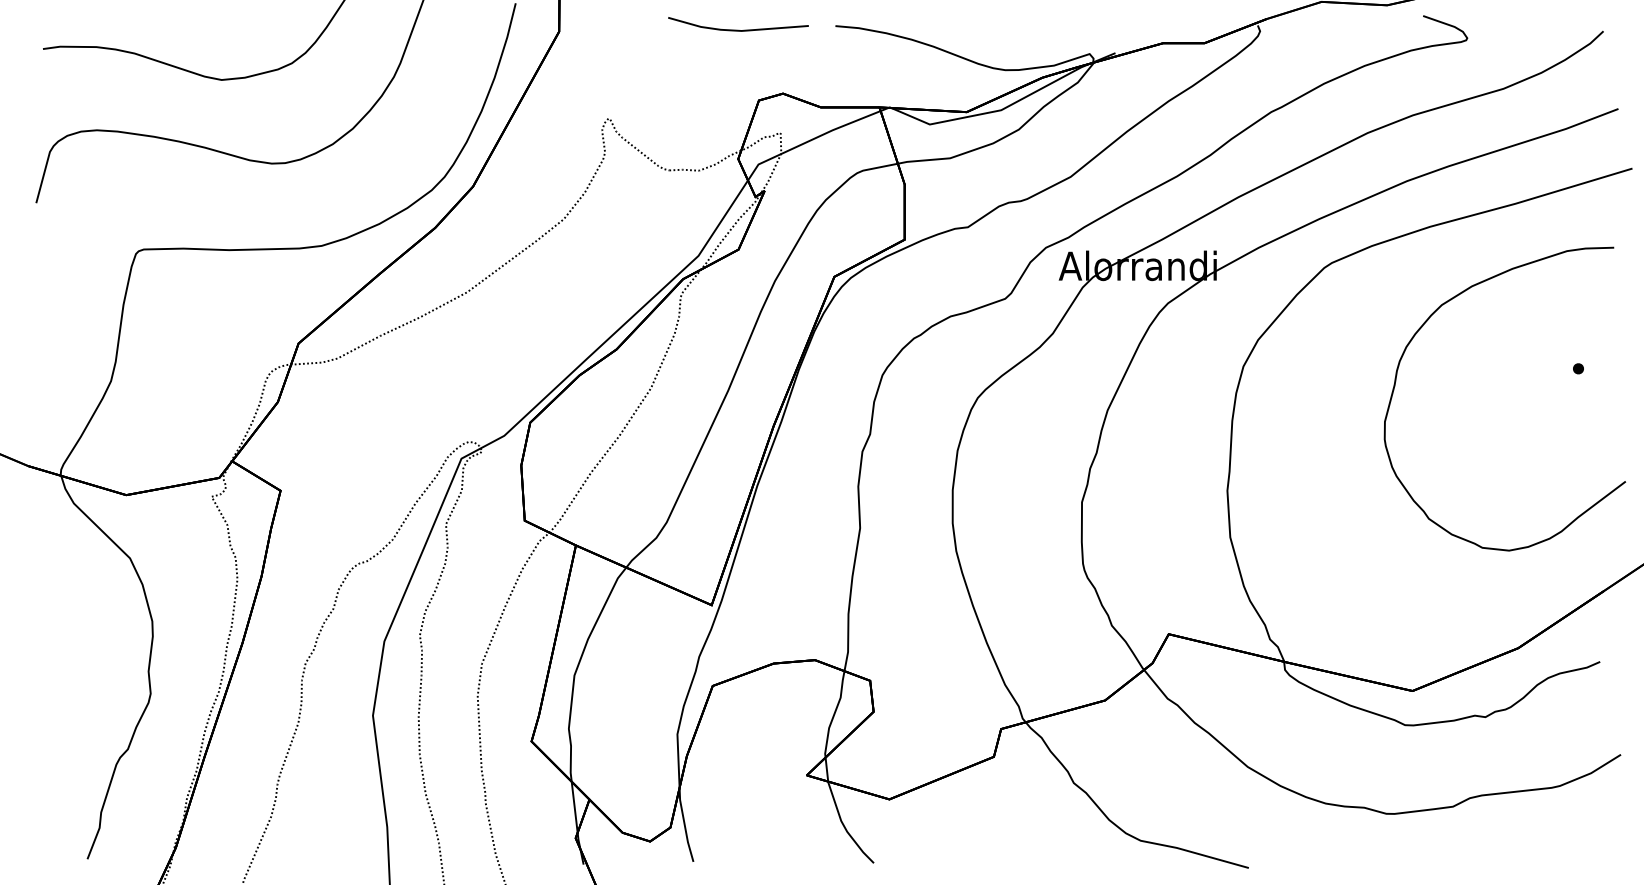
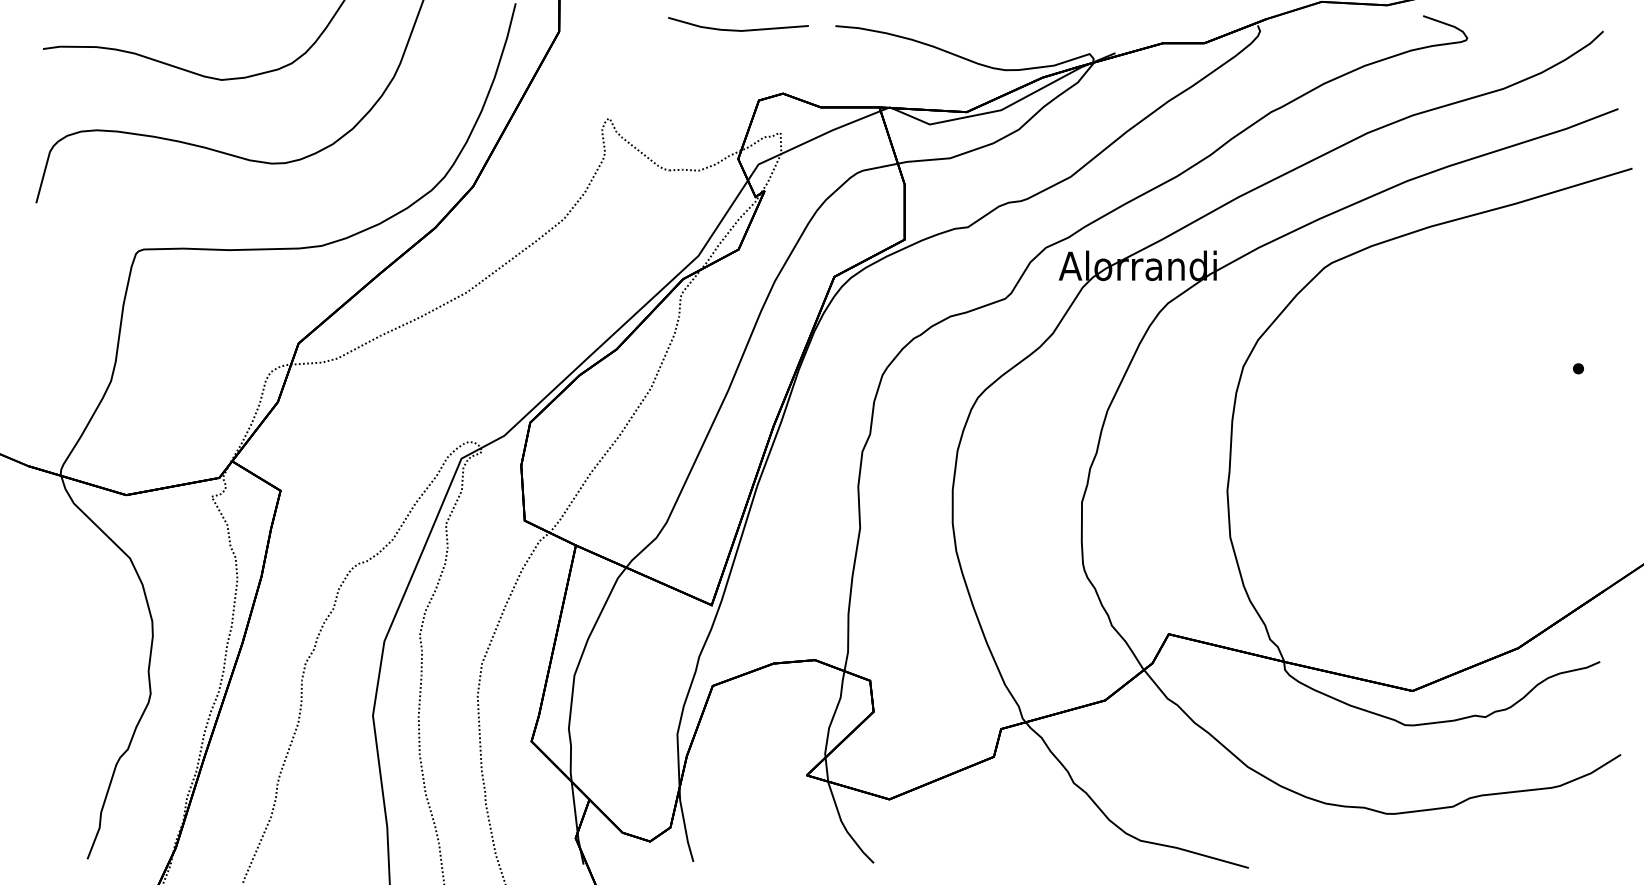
curve at (1422, 327): present -> none
